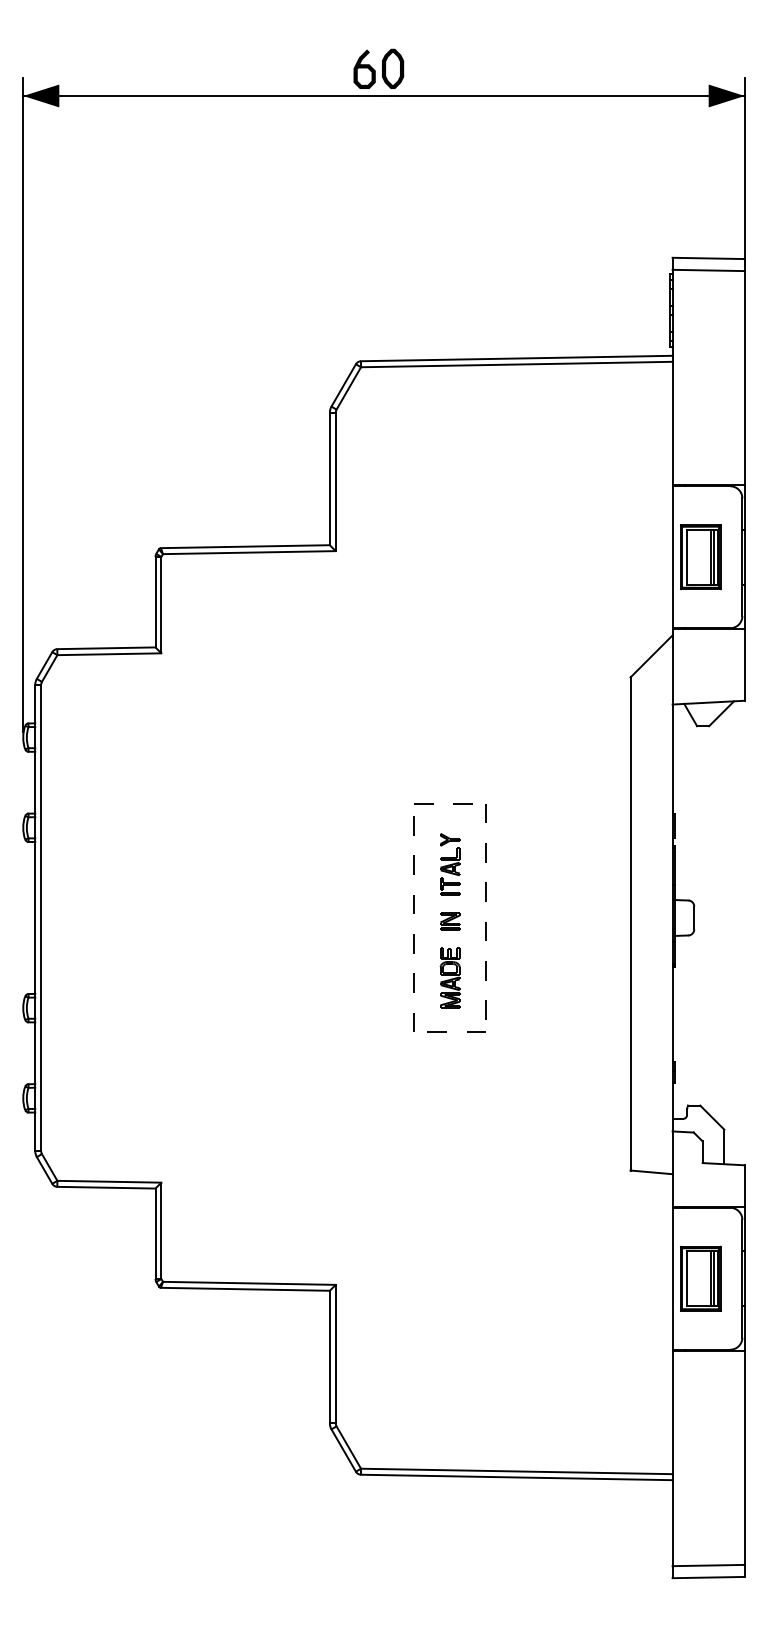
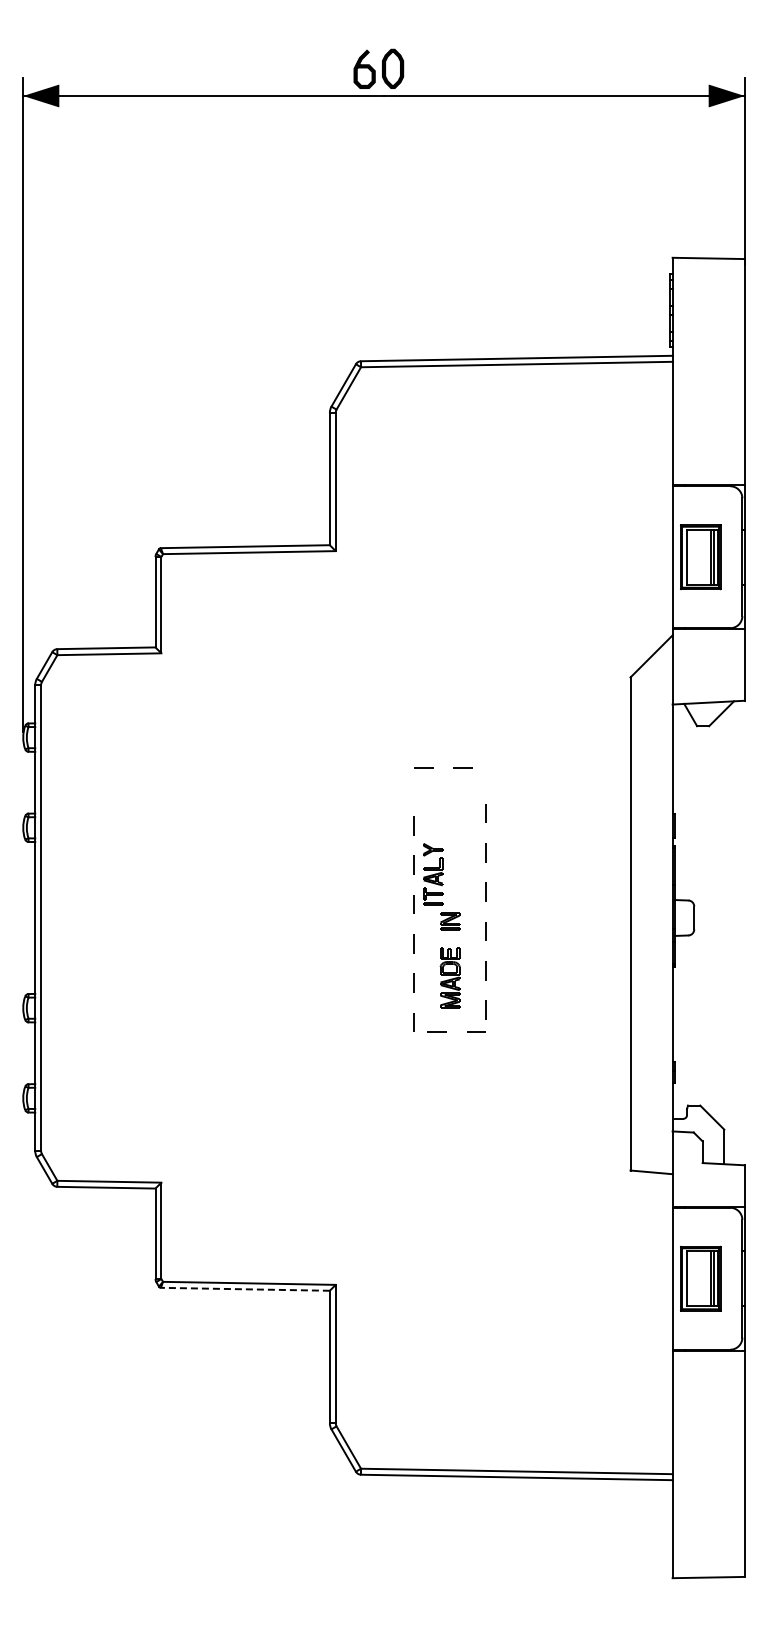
line at (708, 270): present -> none
line at (433, 803) position: (433, 803) -> (433, 767)
part at (450, 864) position: (450, 864) -> (433, 874)
line at (244, 1289): solid -> dashed
line at (708, 1565): present -> none
